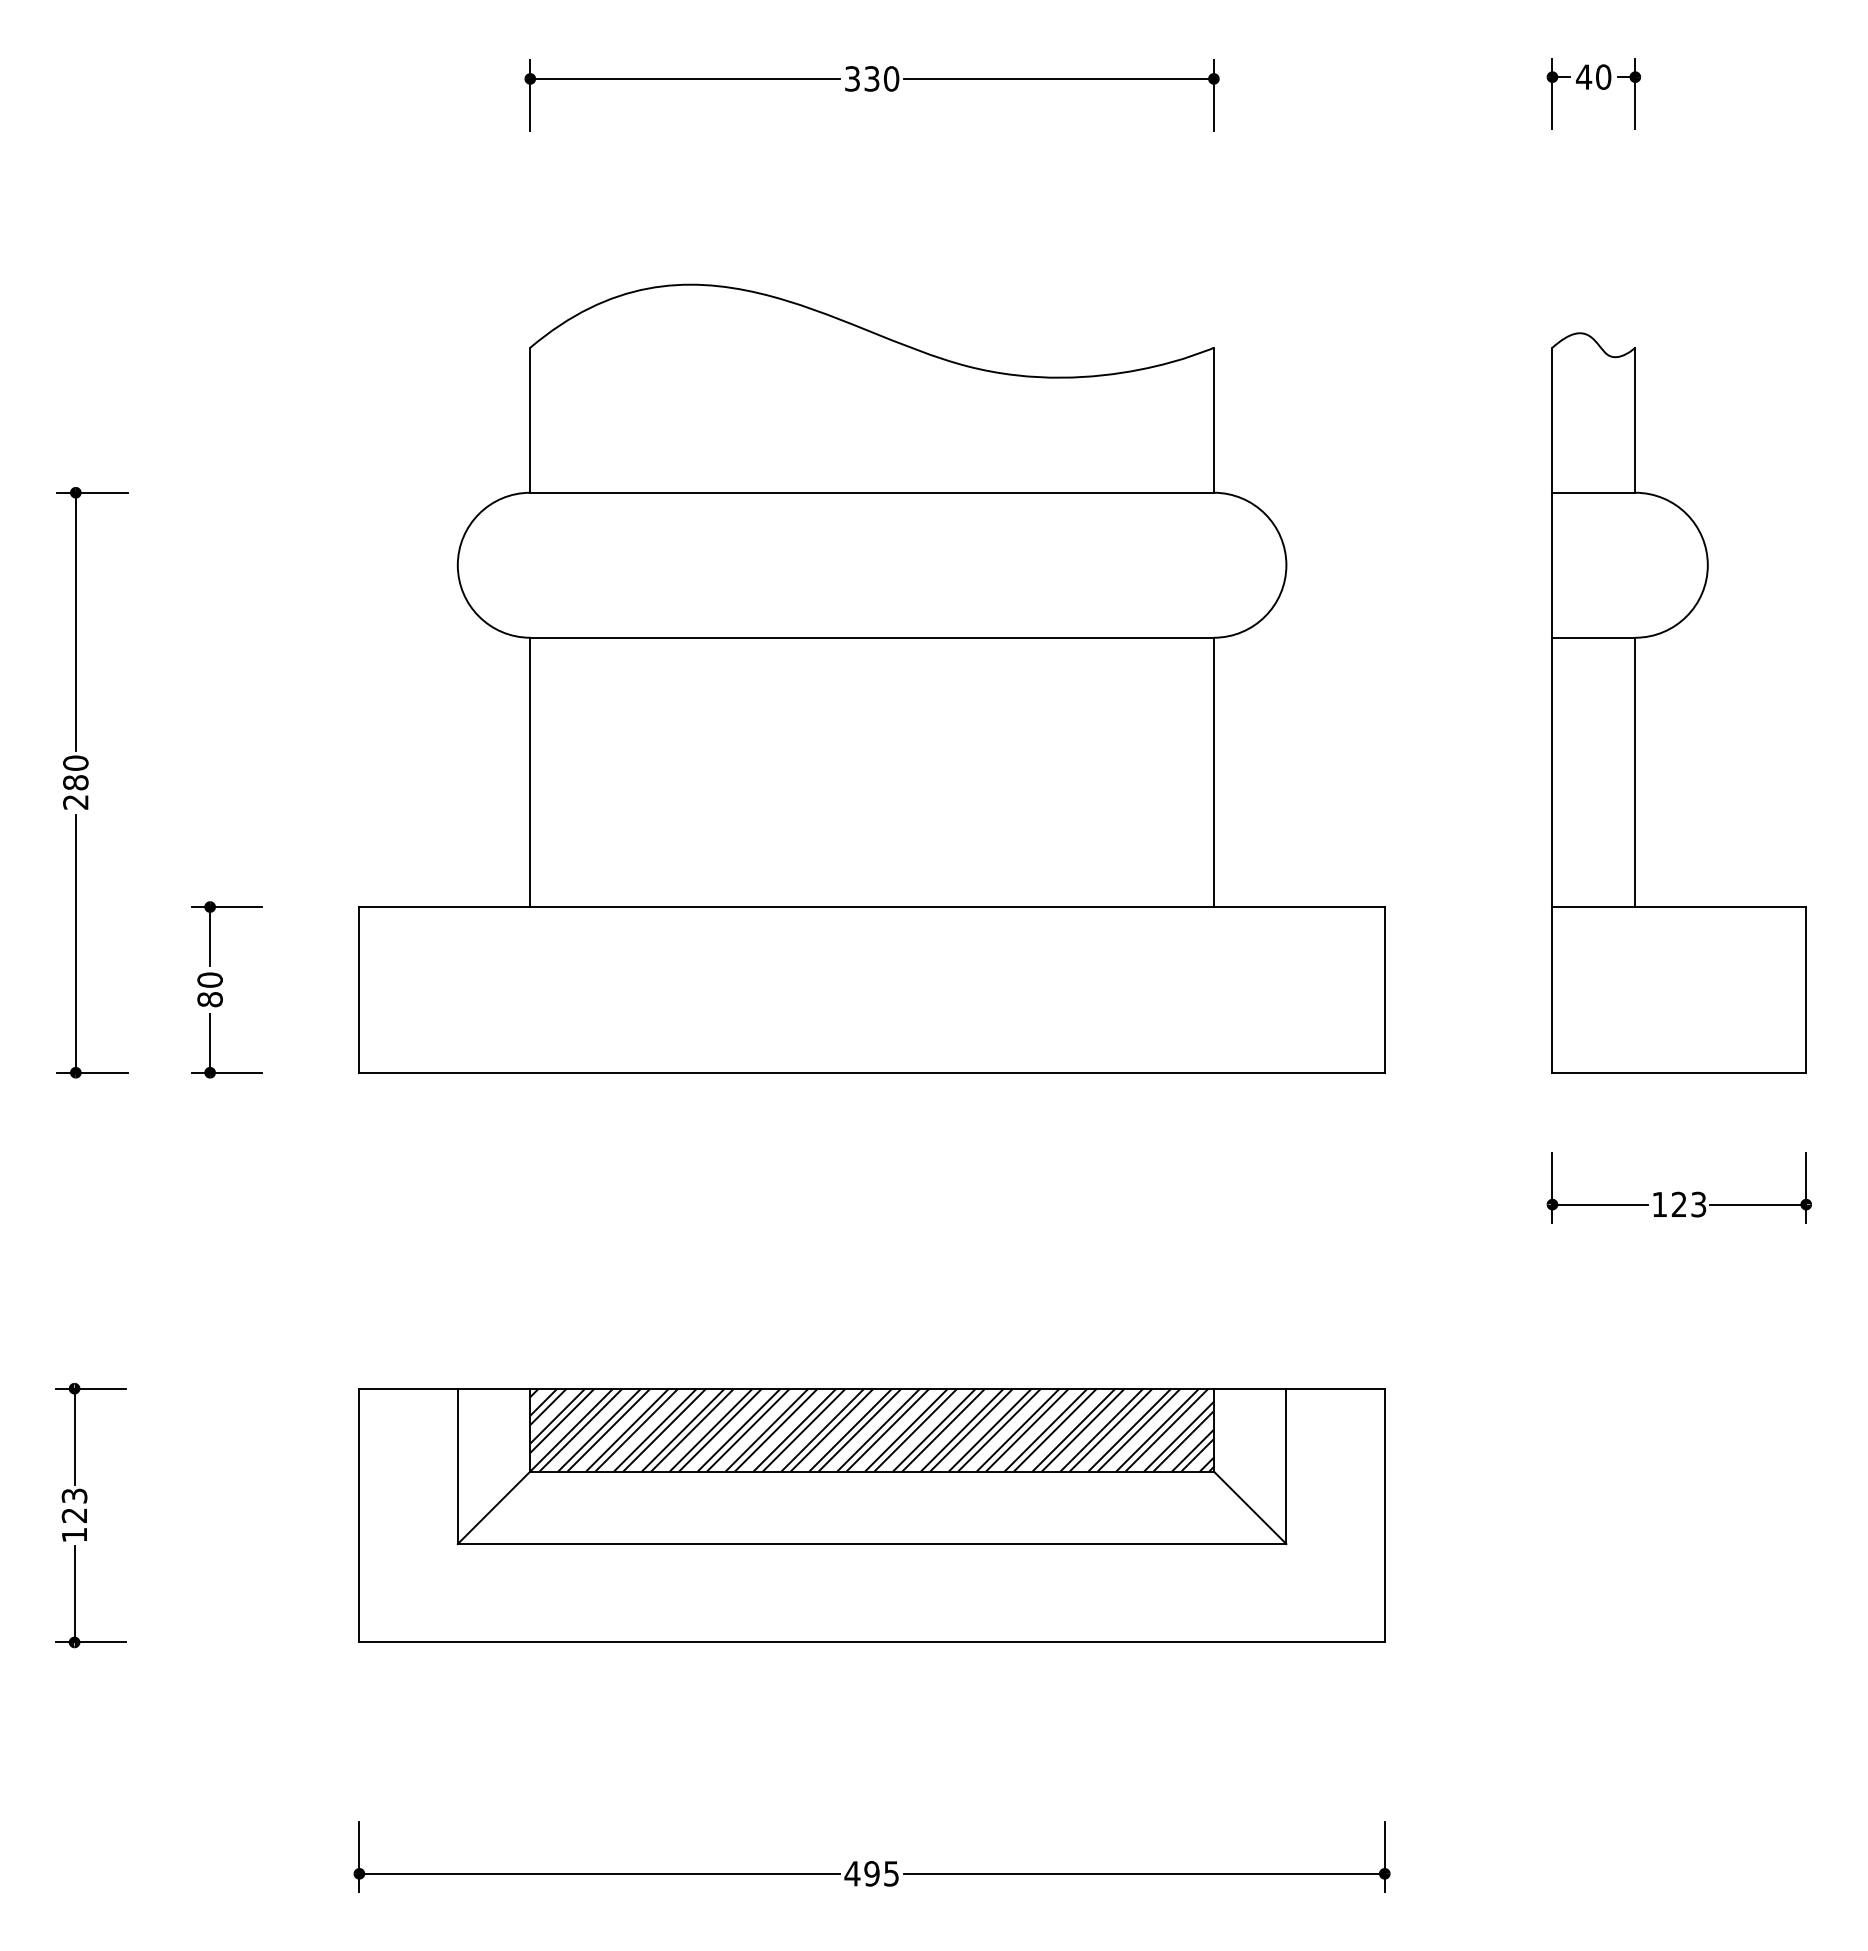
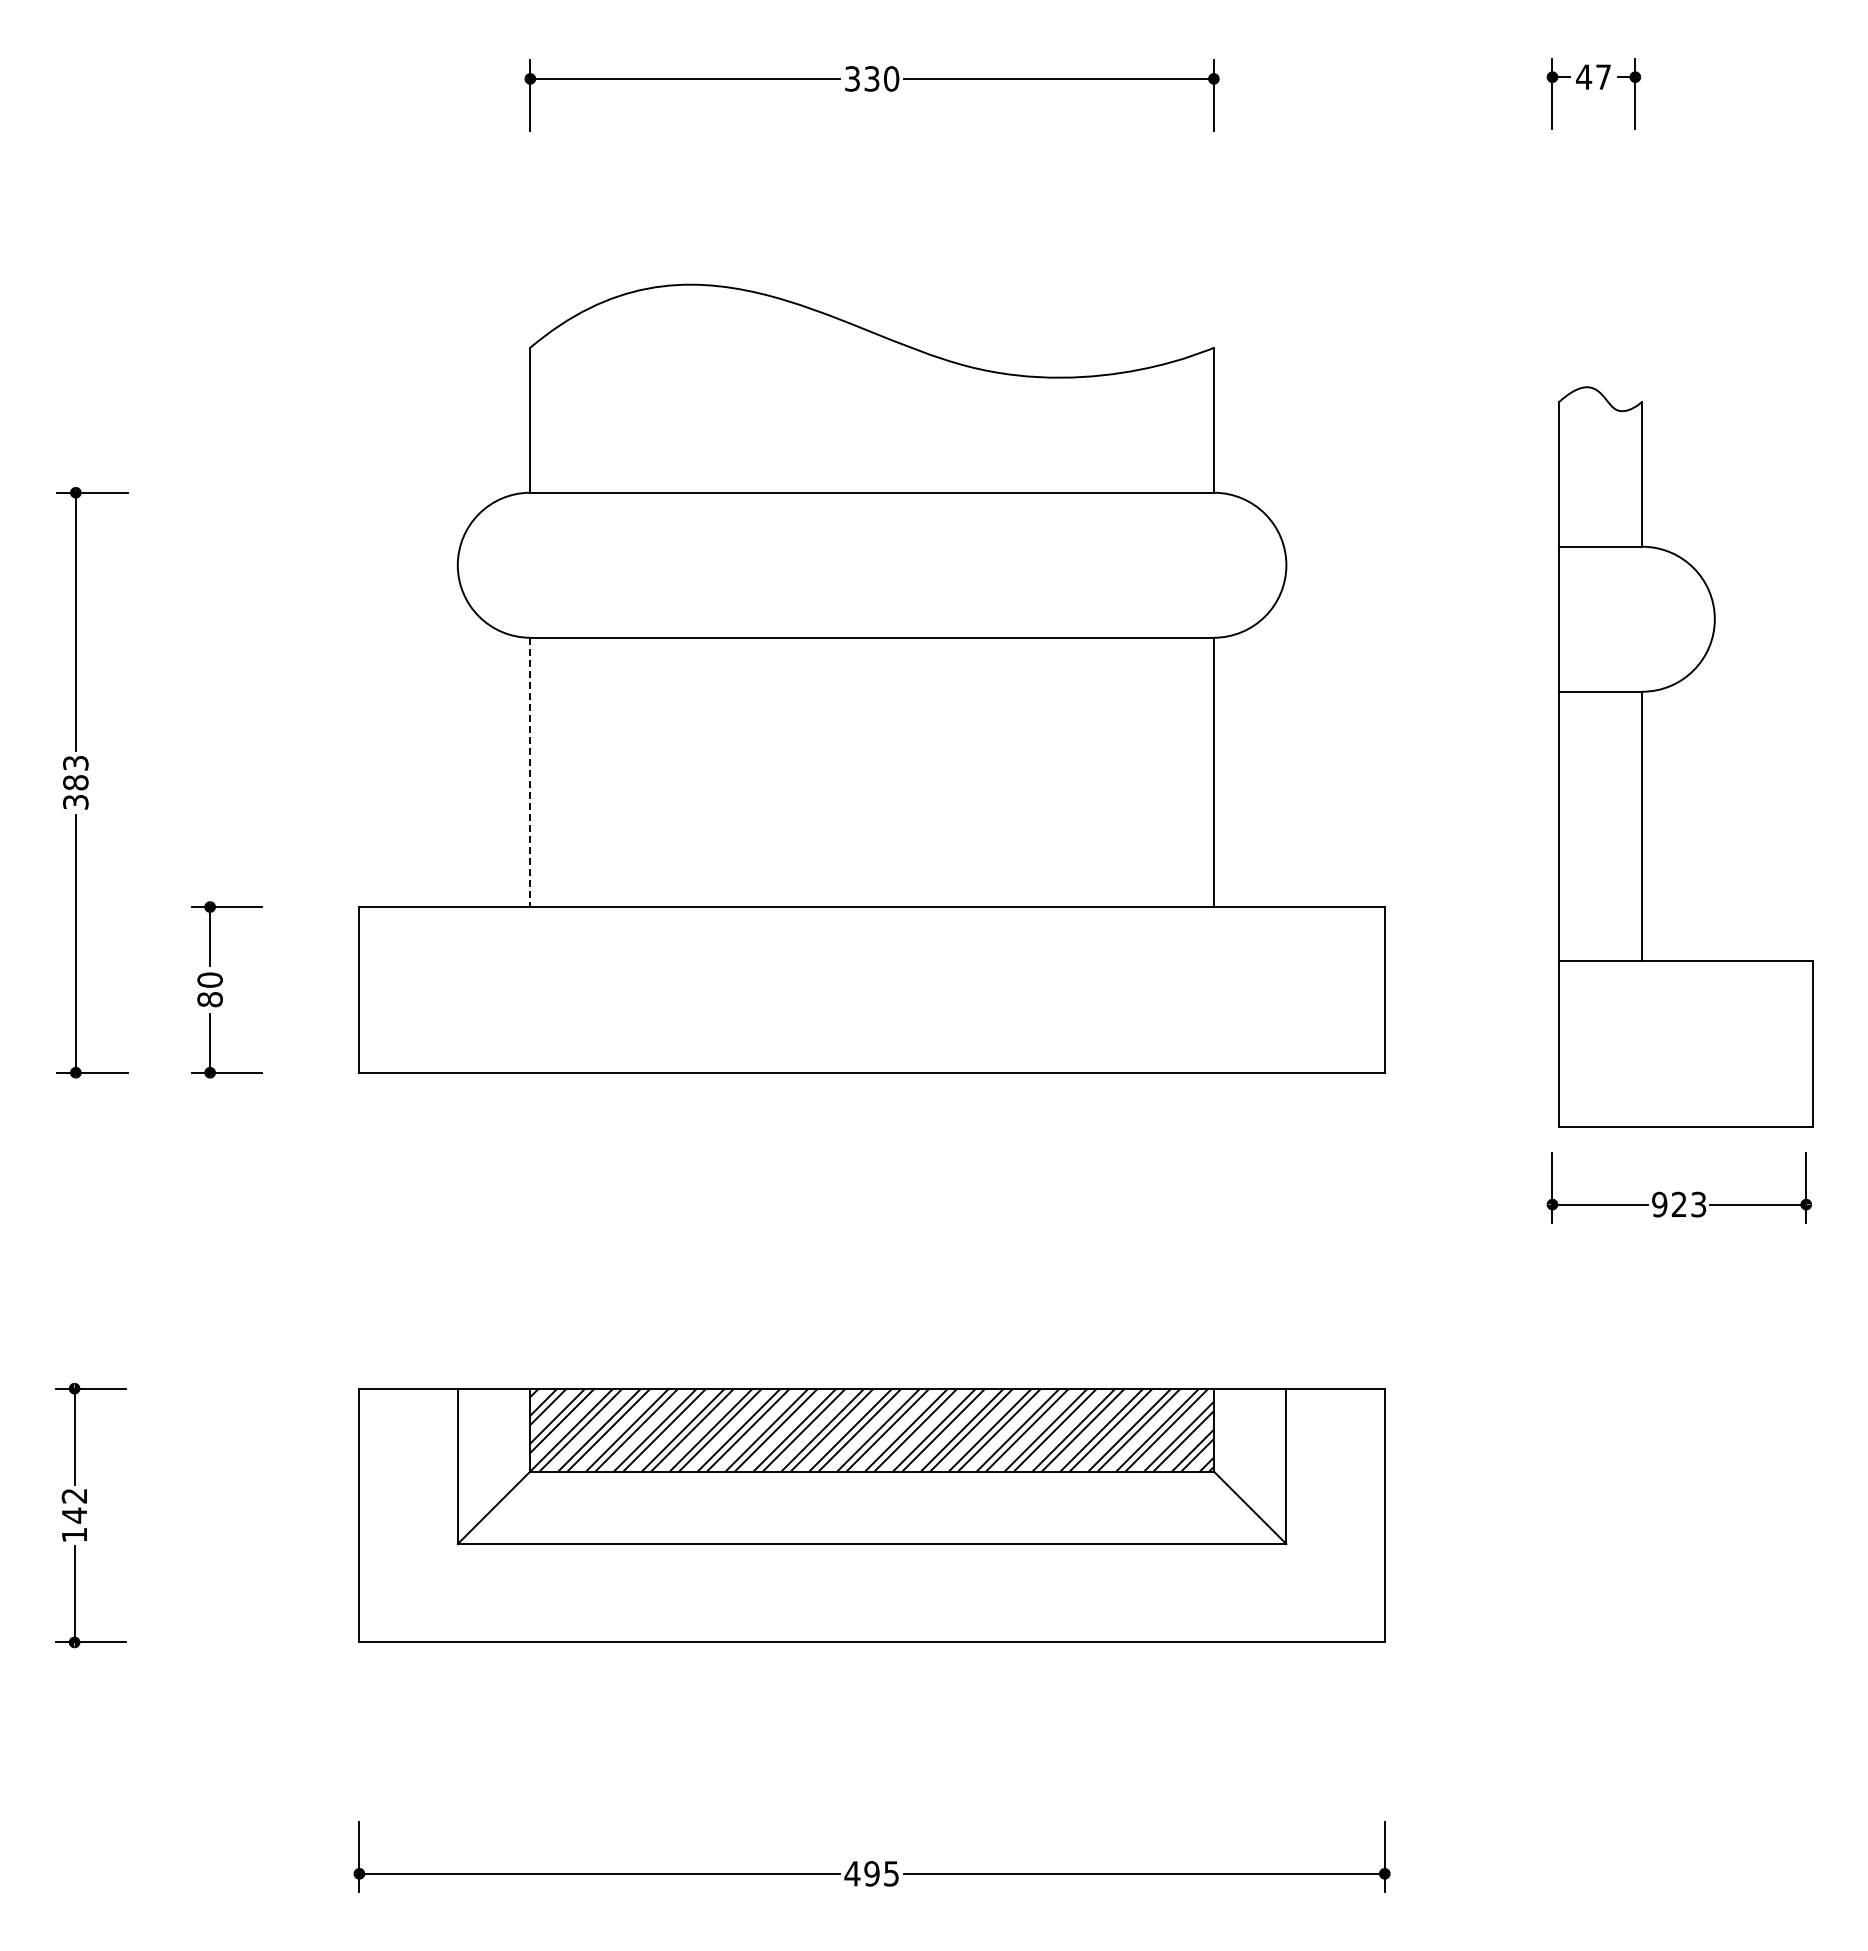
text at (1603, 76): 40 -> 47
part at (1635, 702) position: (1635, 702) -> (1642, 756)
line at (530, 772): solid -> dashed
text at (75, 782): 280 -> 383
text at (1659, 1204): 123 -> 923
text at (74, 1505): 123 -> 142
